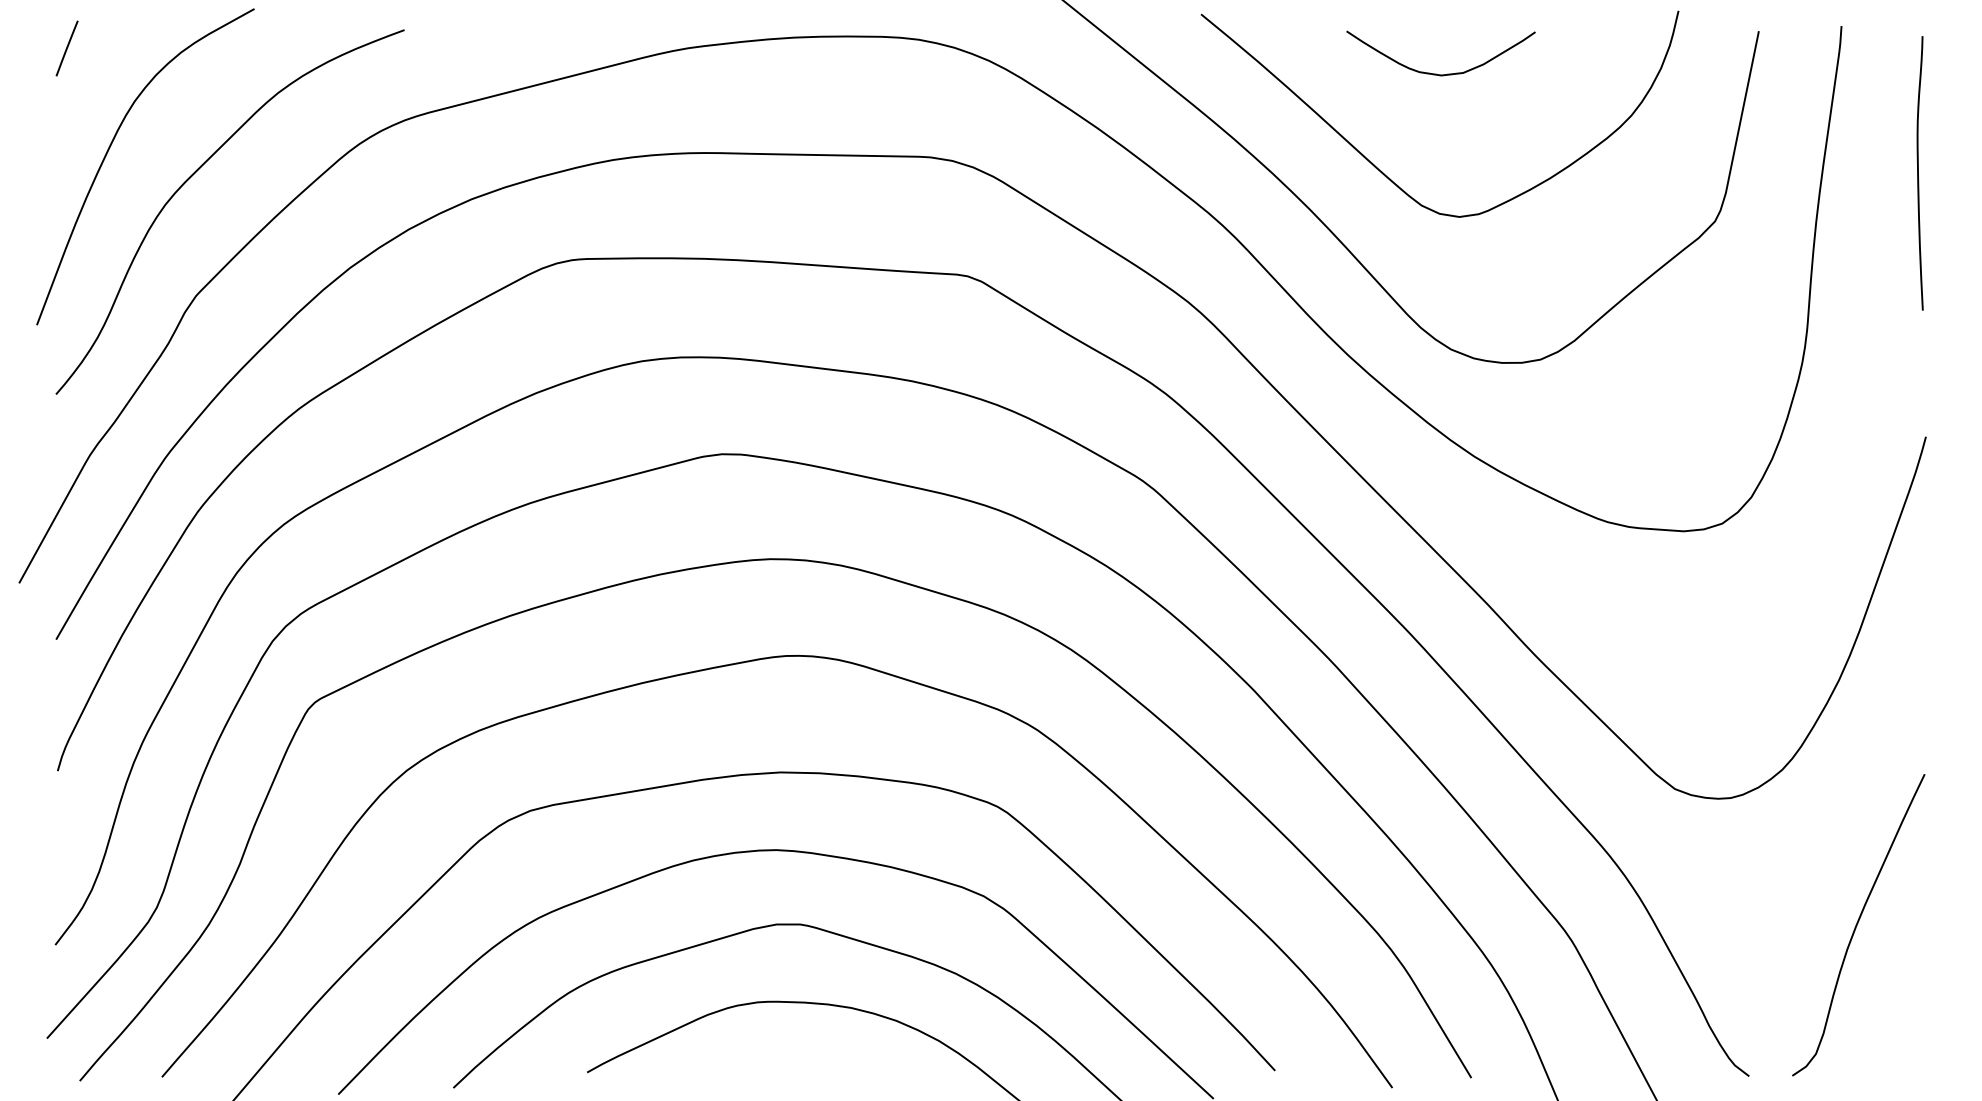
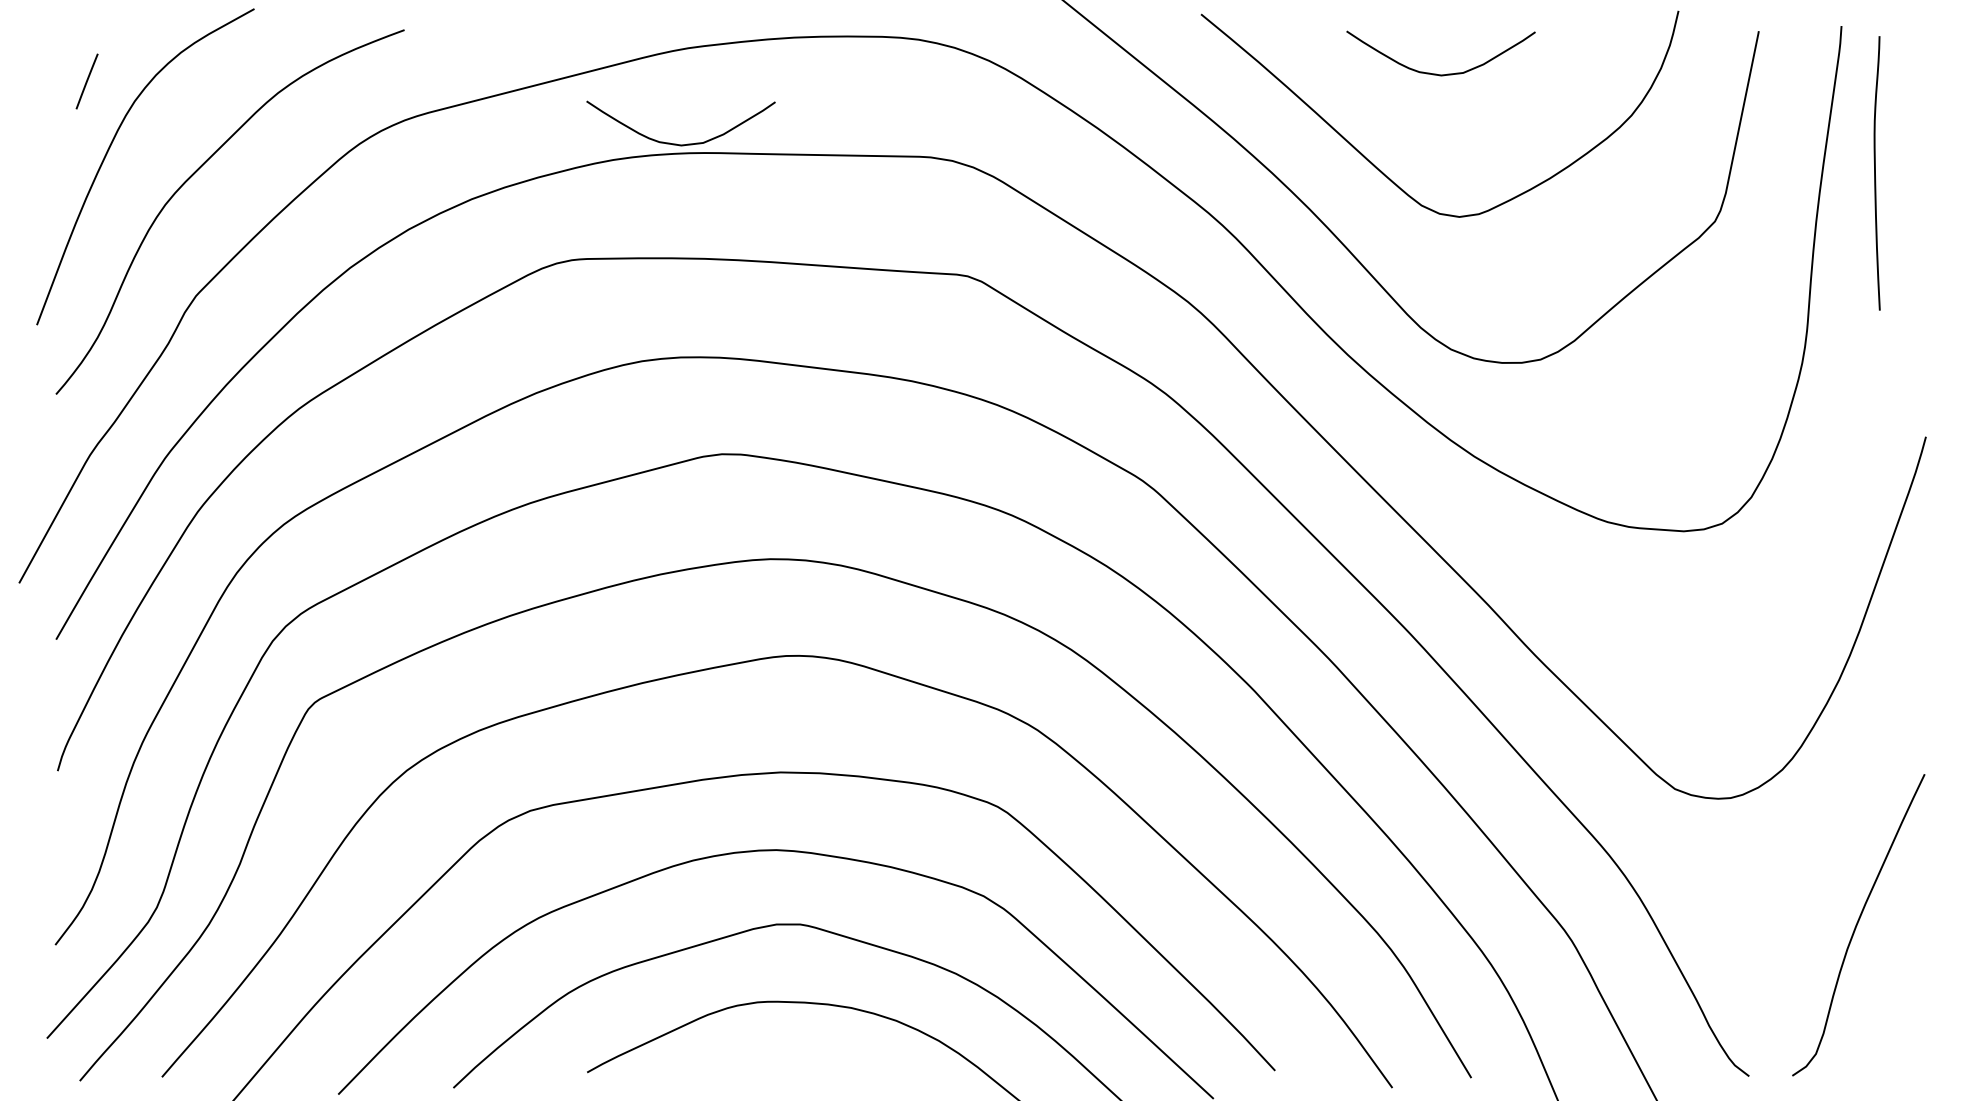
line at (66, 48) position: (66, 48) -> (86, 81)
curve at (676, 143): none -> present
curve at (1918, 173) position: (1918, 173) -> (1875, 173)
